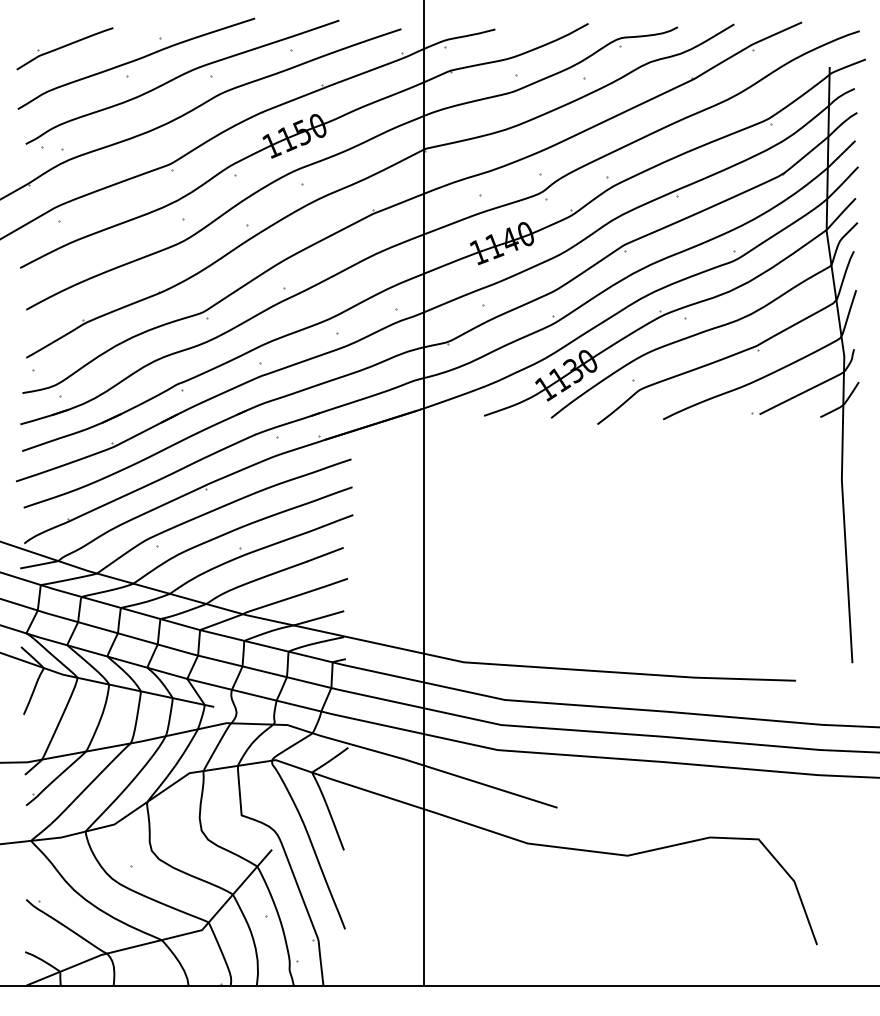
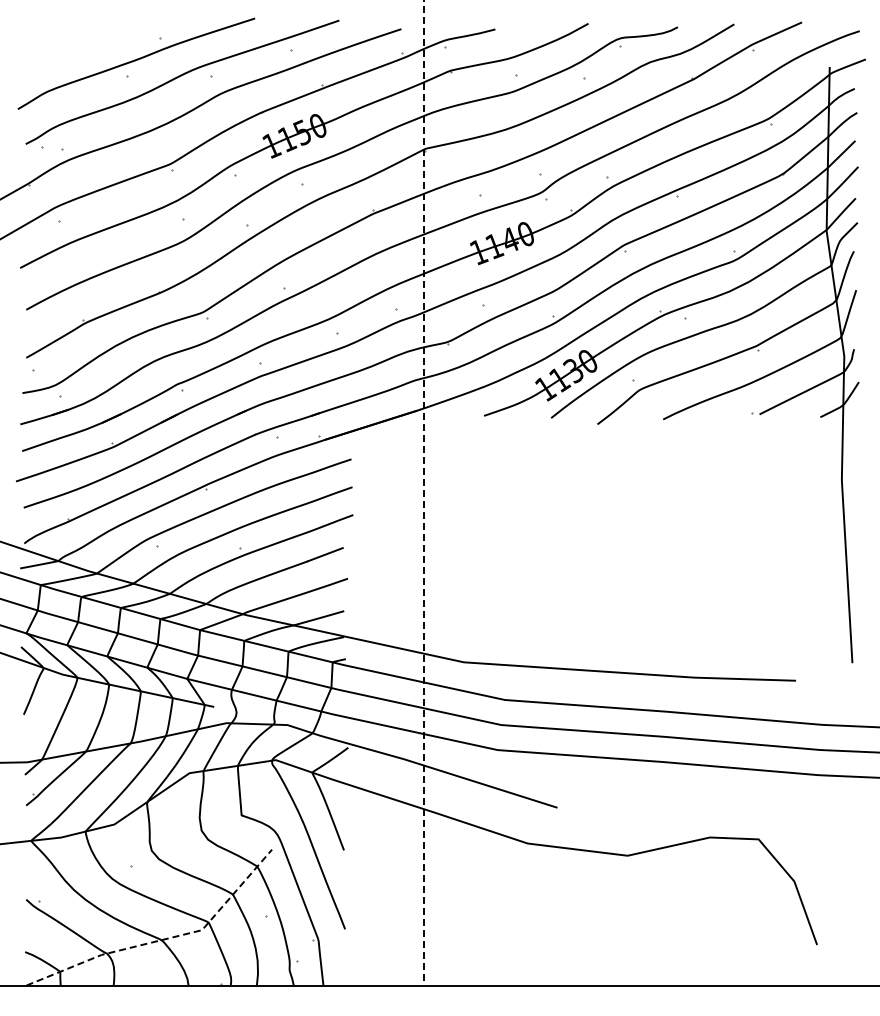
part at (64, 48): present -> none
line at (423, 493): solid -> dashed
line at (164, 939): solid -> dashed
